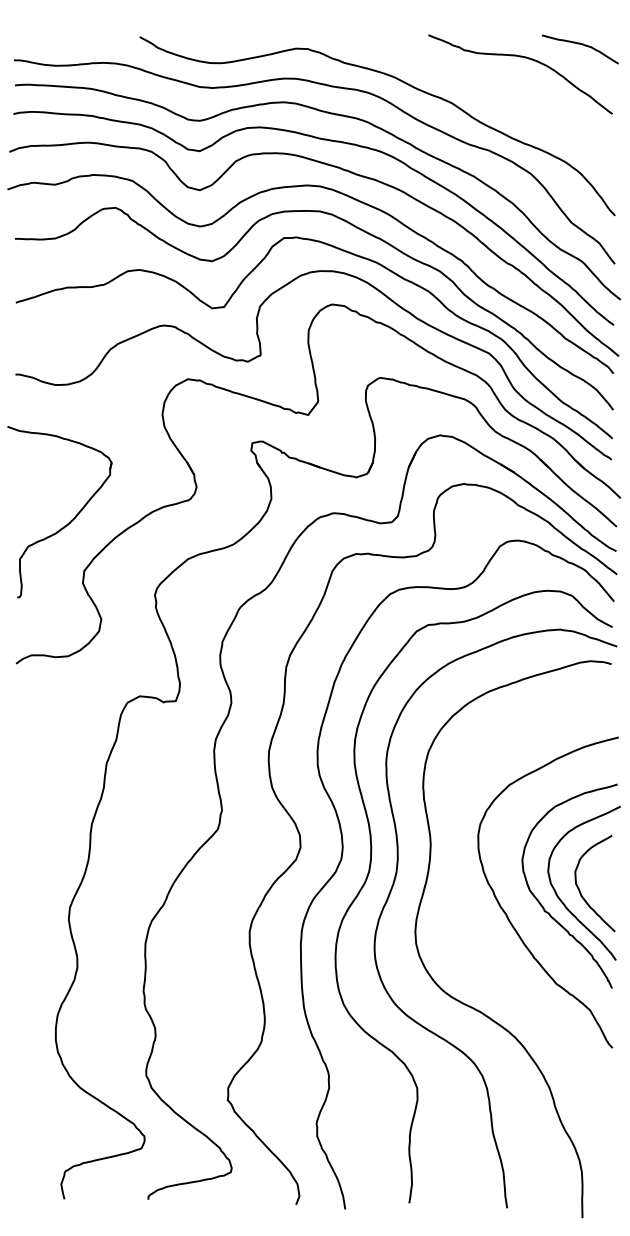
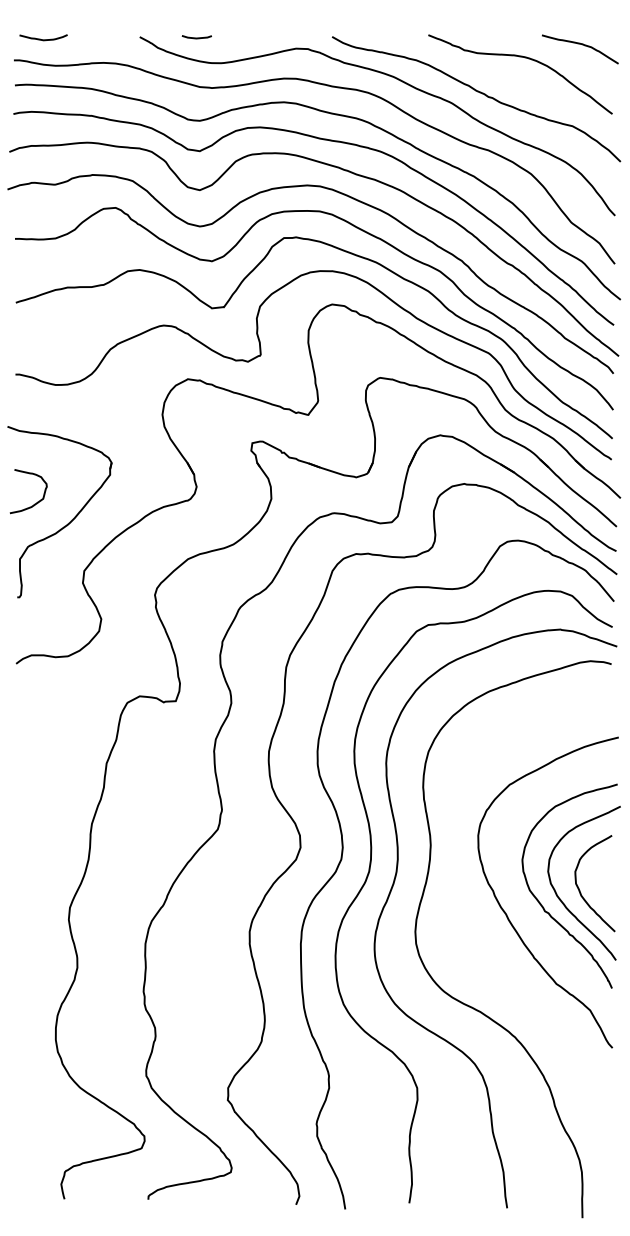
line at (196, 37): none -> present
curve at (43, 39): none -> present
curve at (479, 93): none -> present
curve at (34, 503): none -> present
